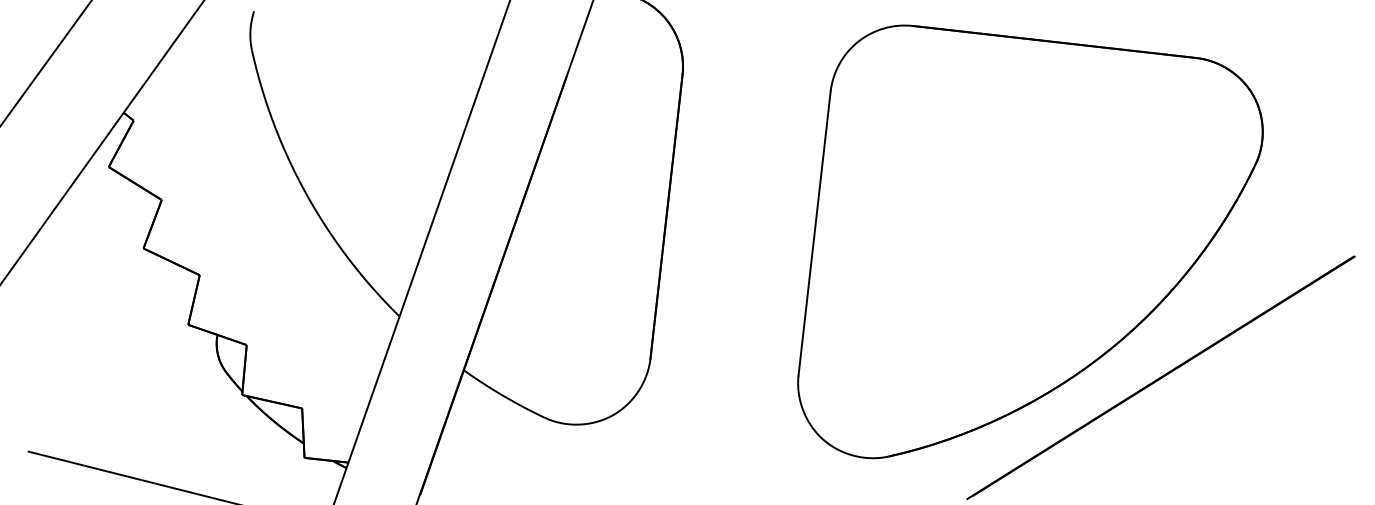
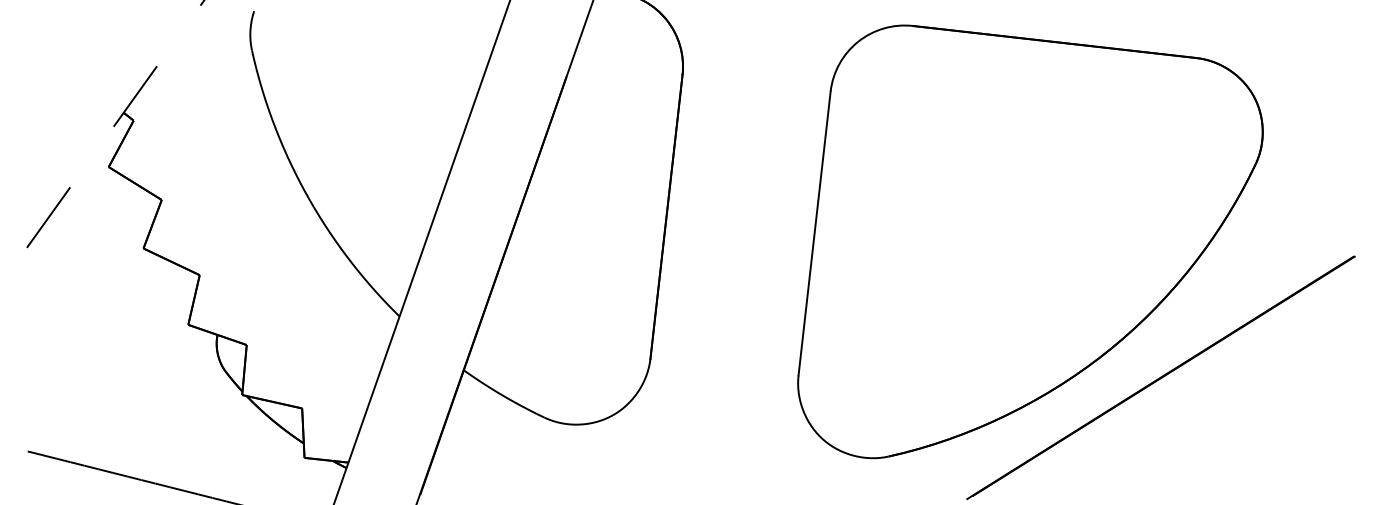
line at (46, 62): present -> none
line at (102, 142): solid -> dashed
